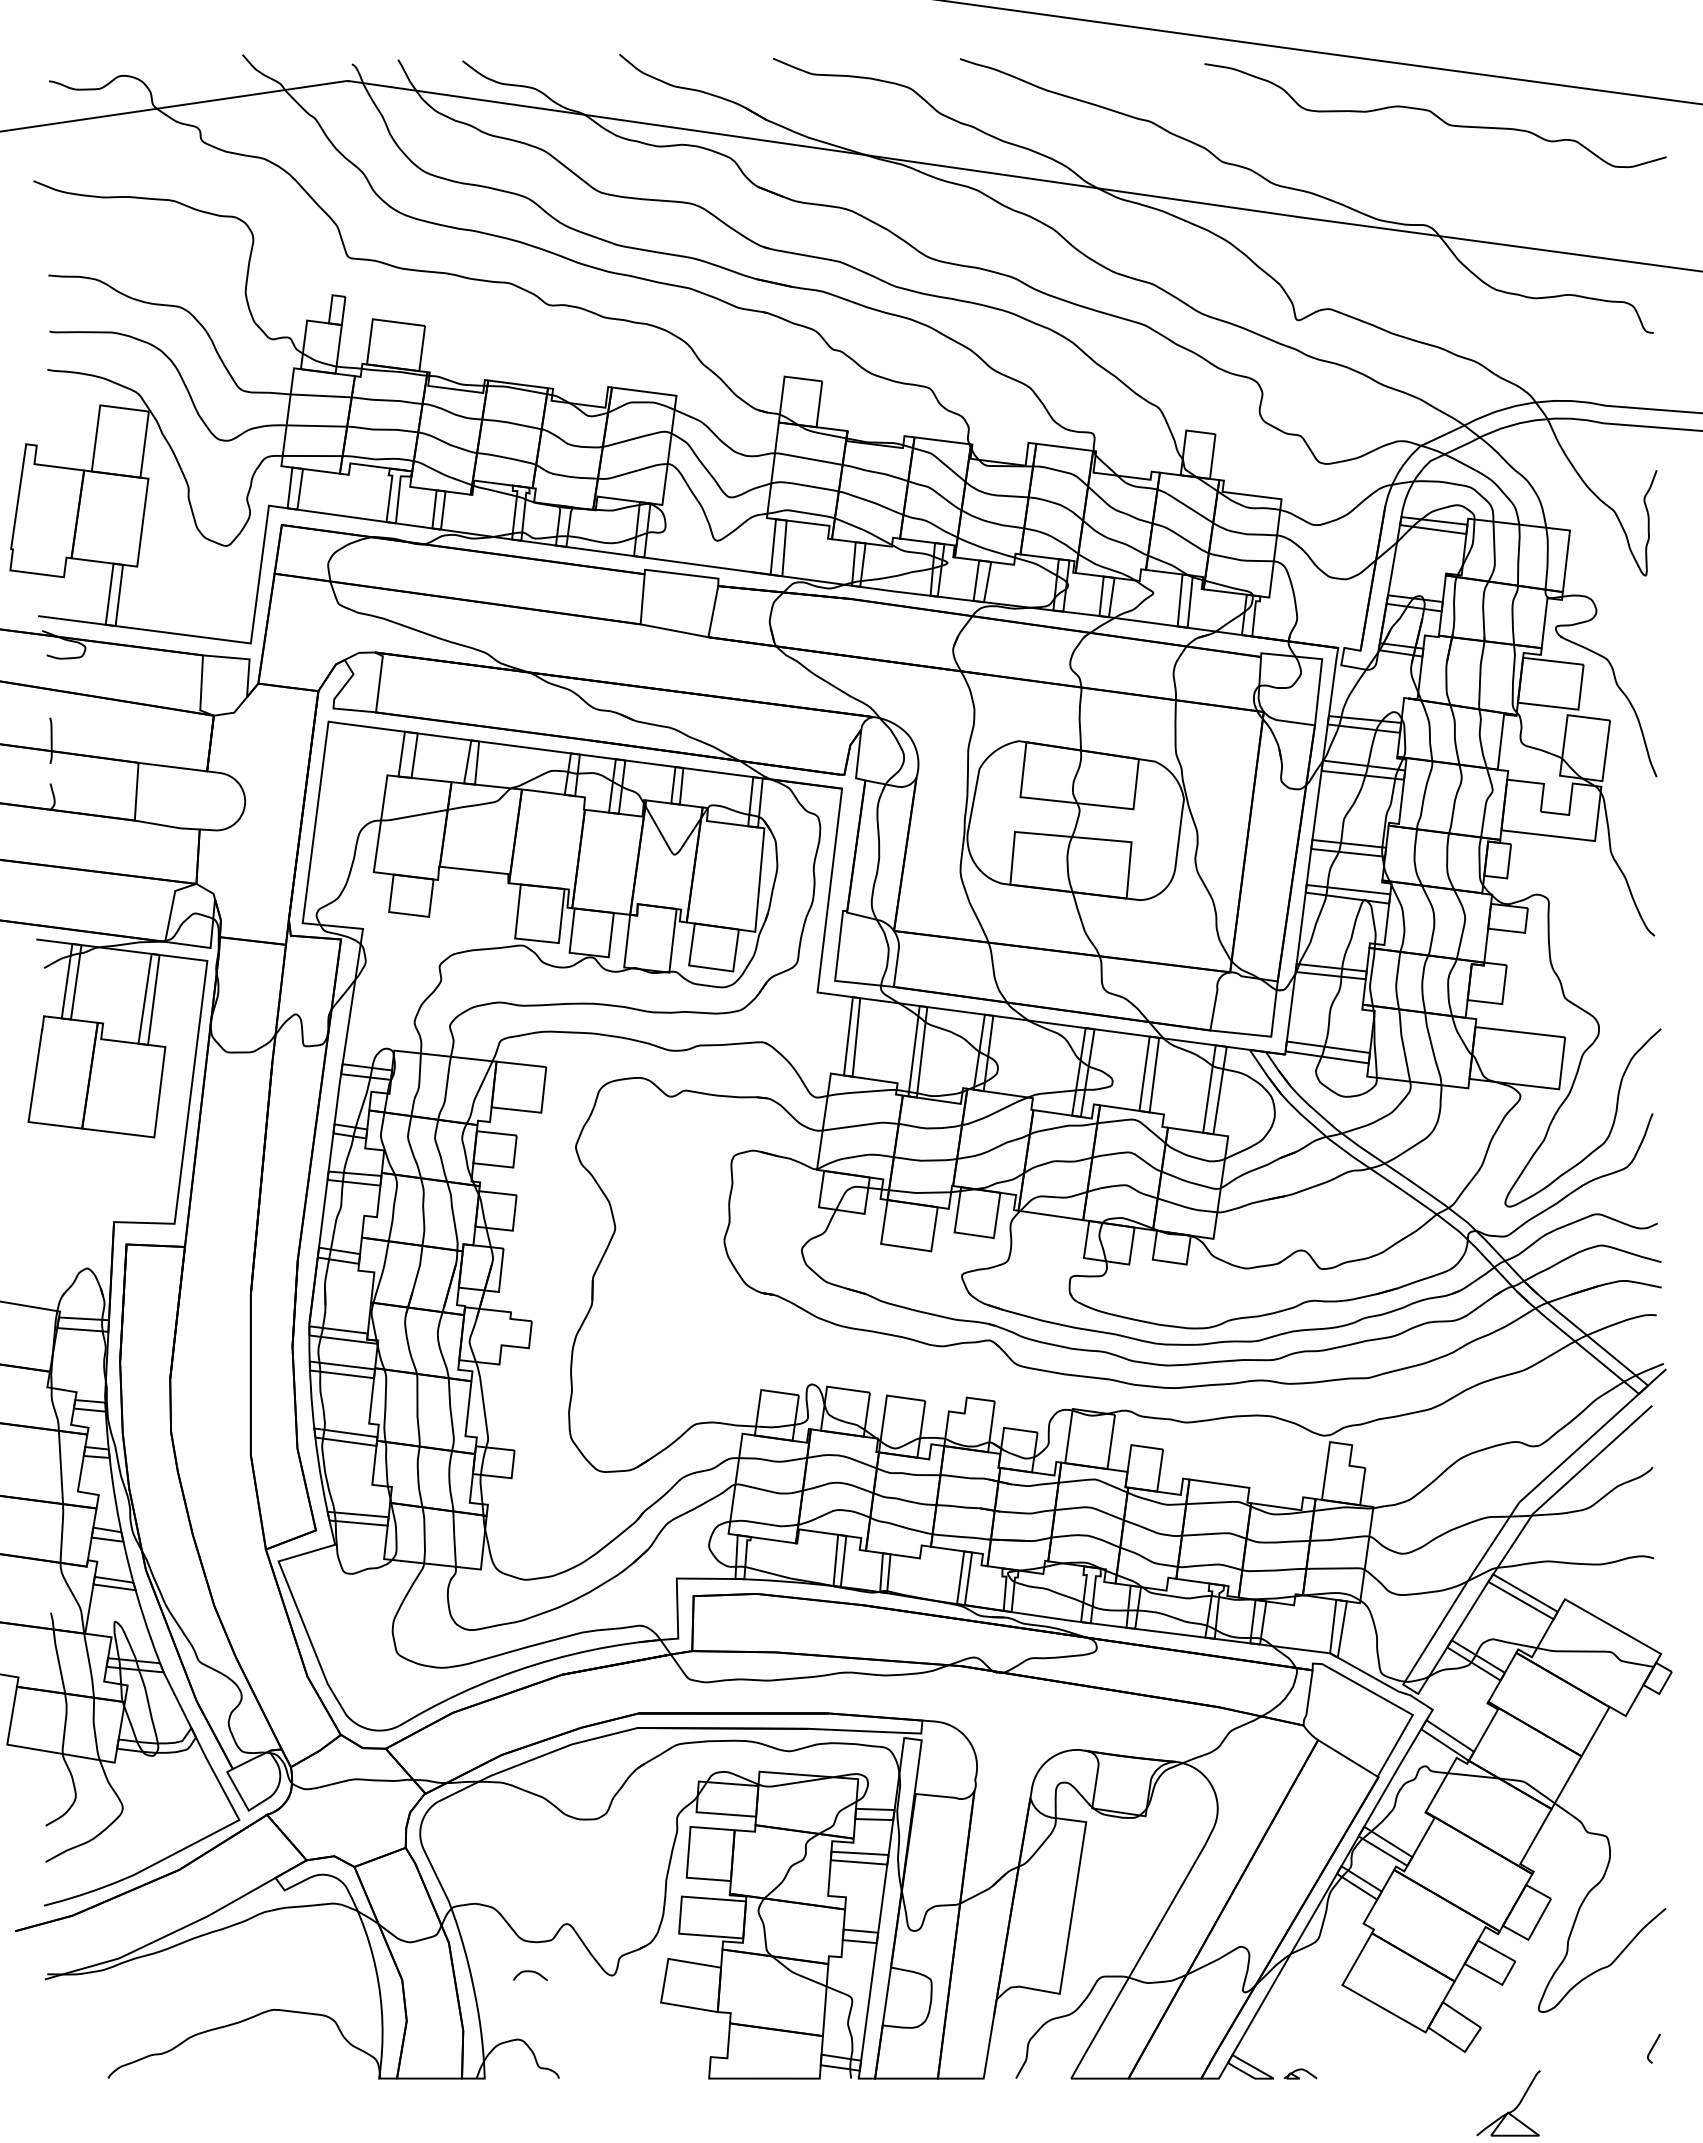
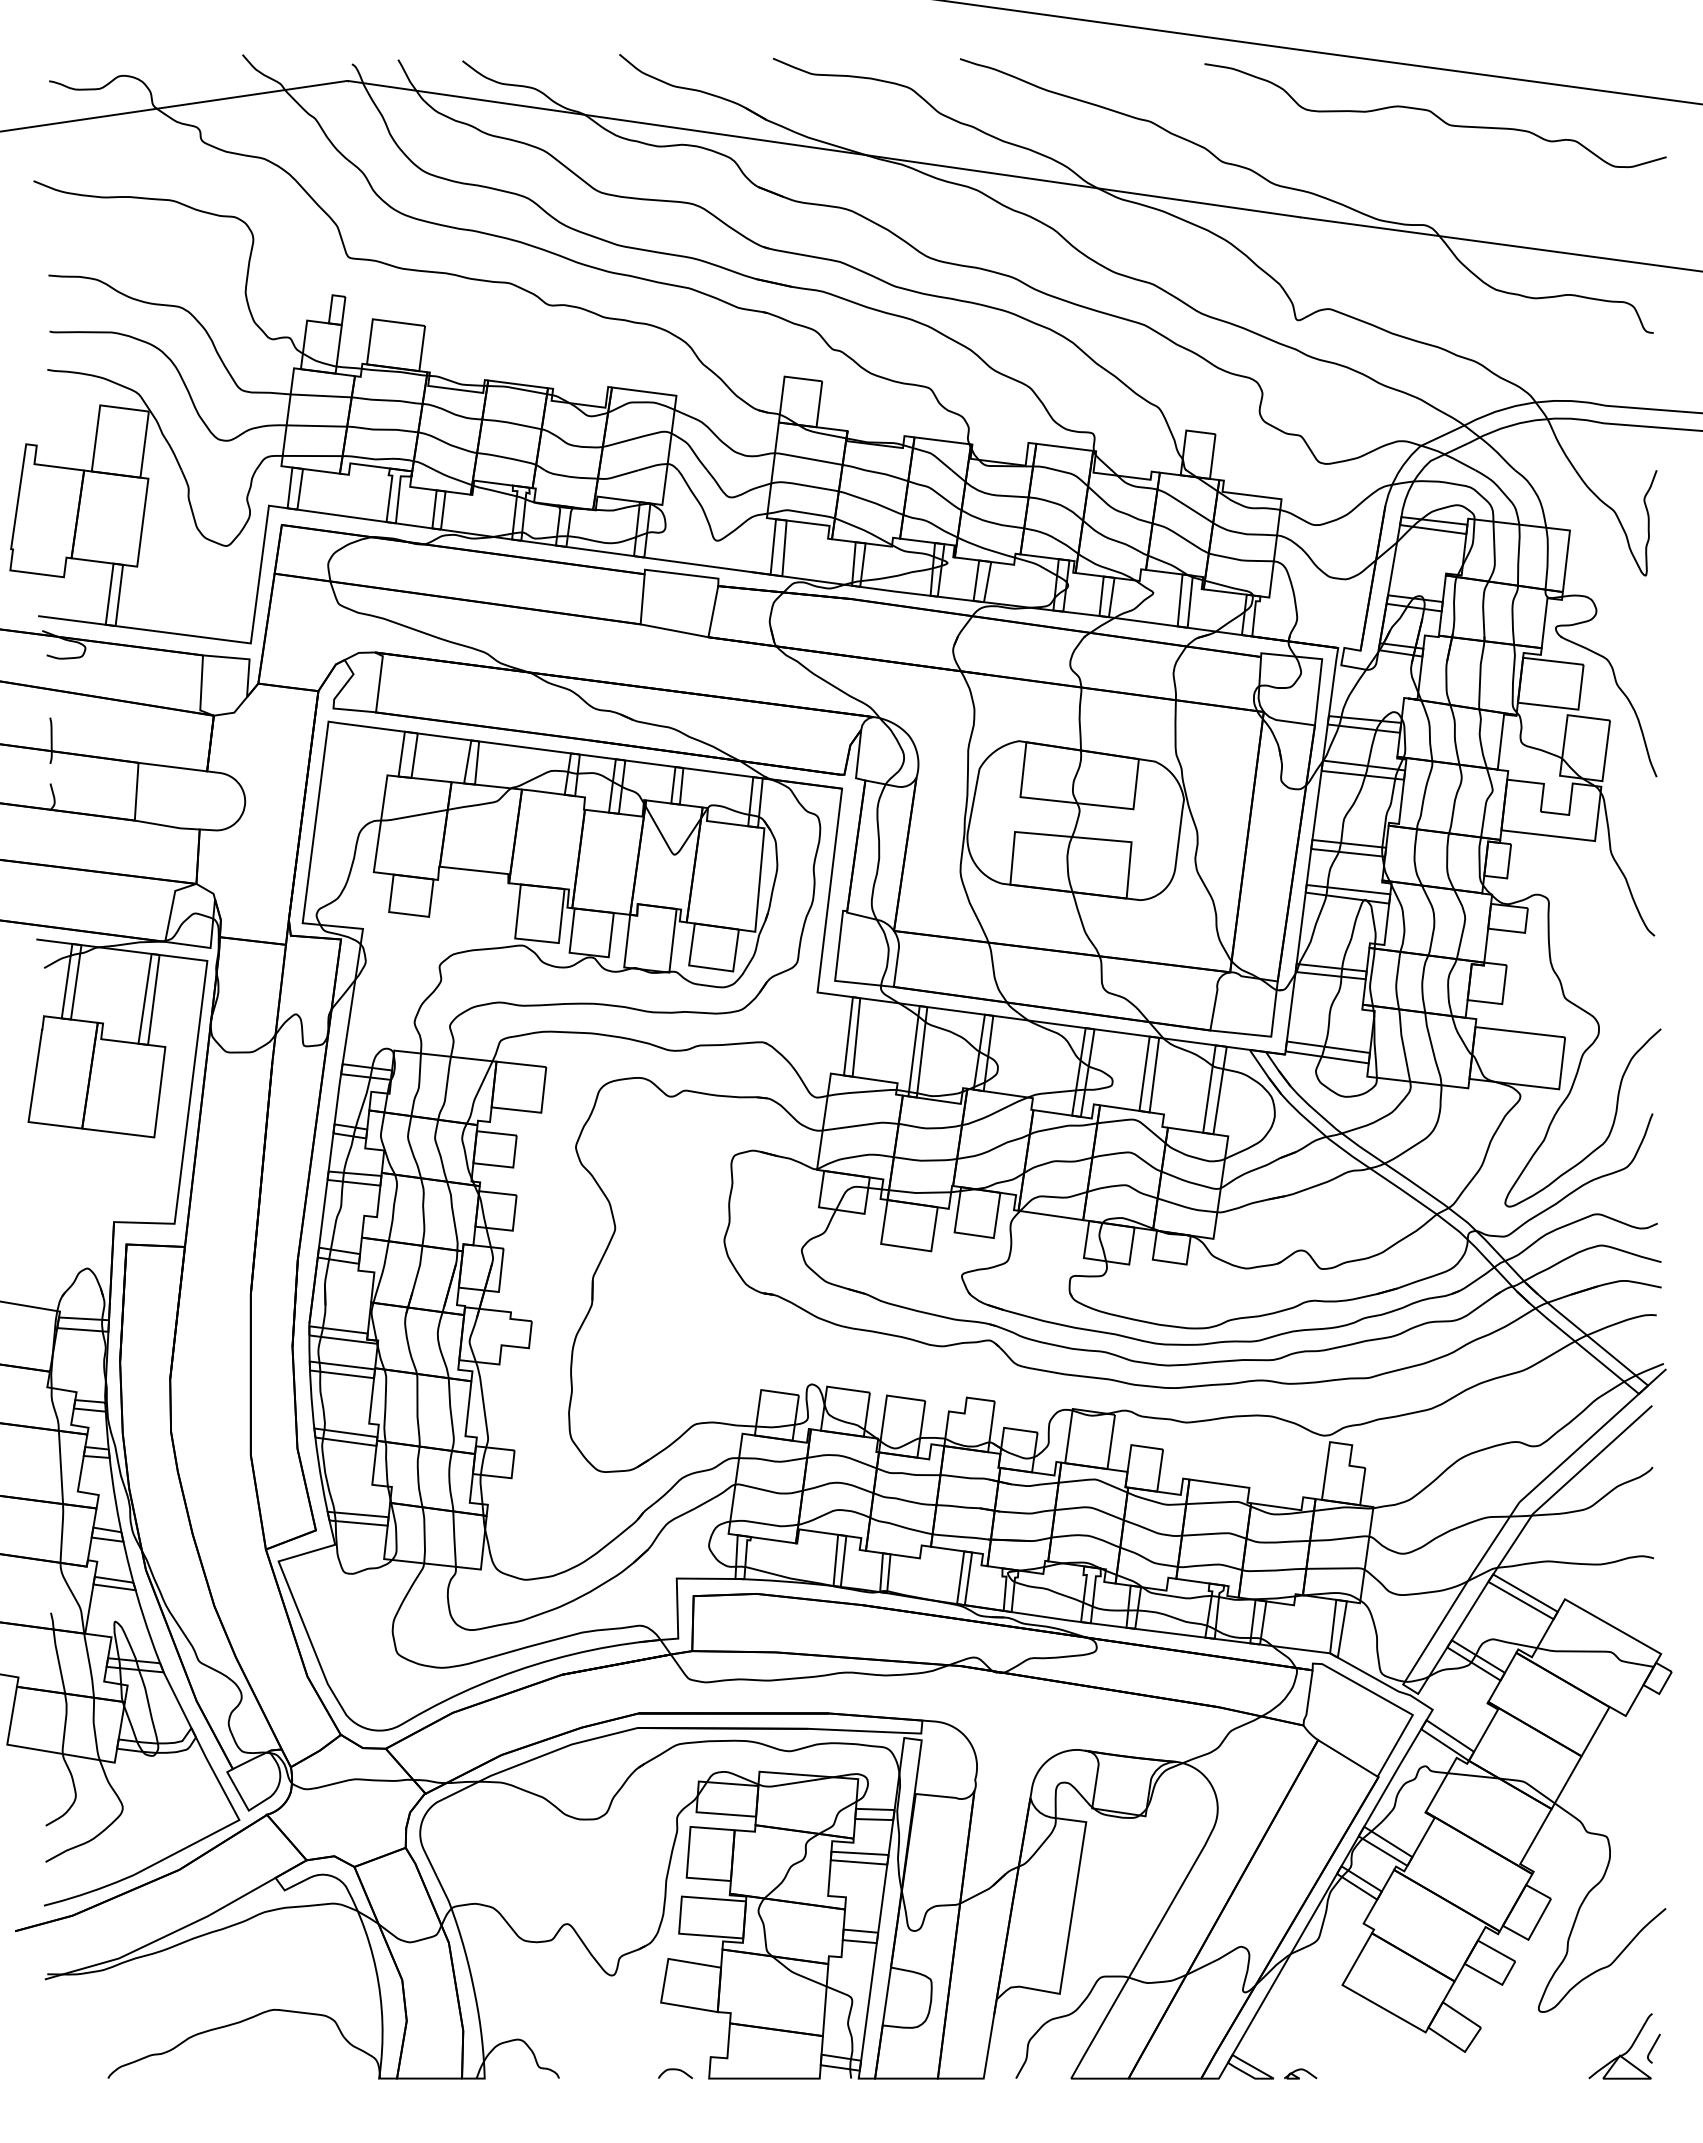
curve at (530, 1972) position: (530, 1972) -> (675, 2070)
part at (1511, 2110) position: (1511, 2110) -> (1623, 2053)
